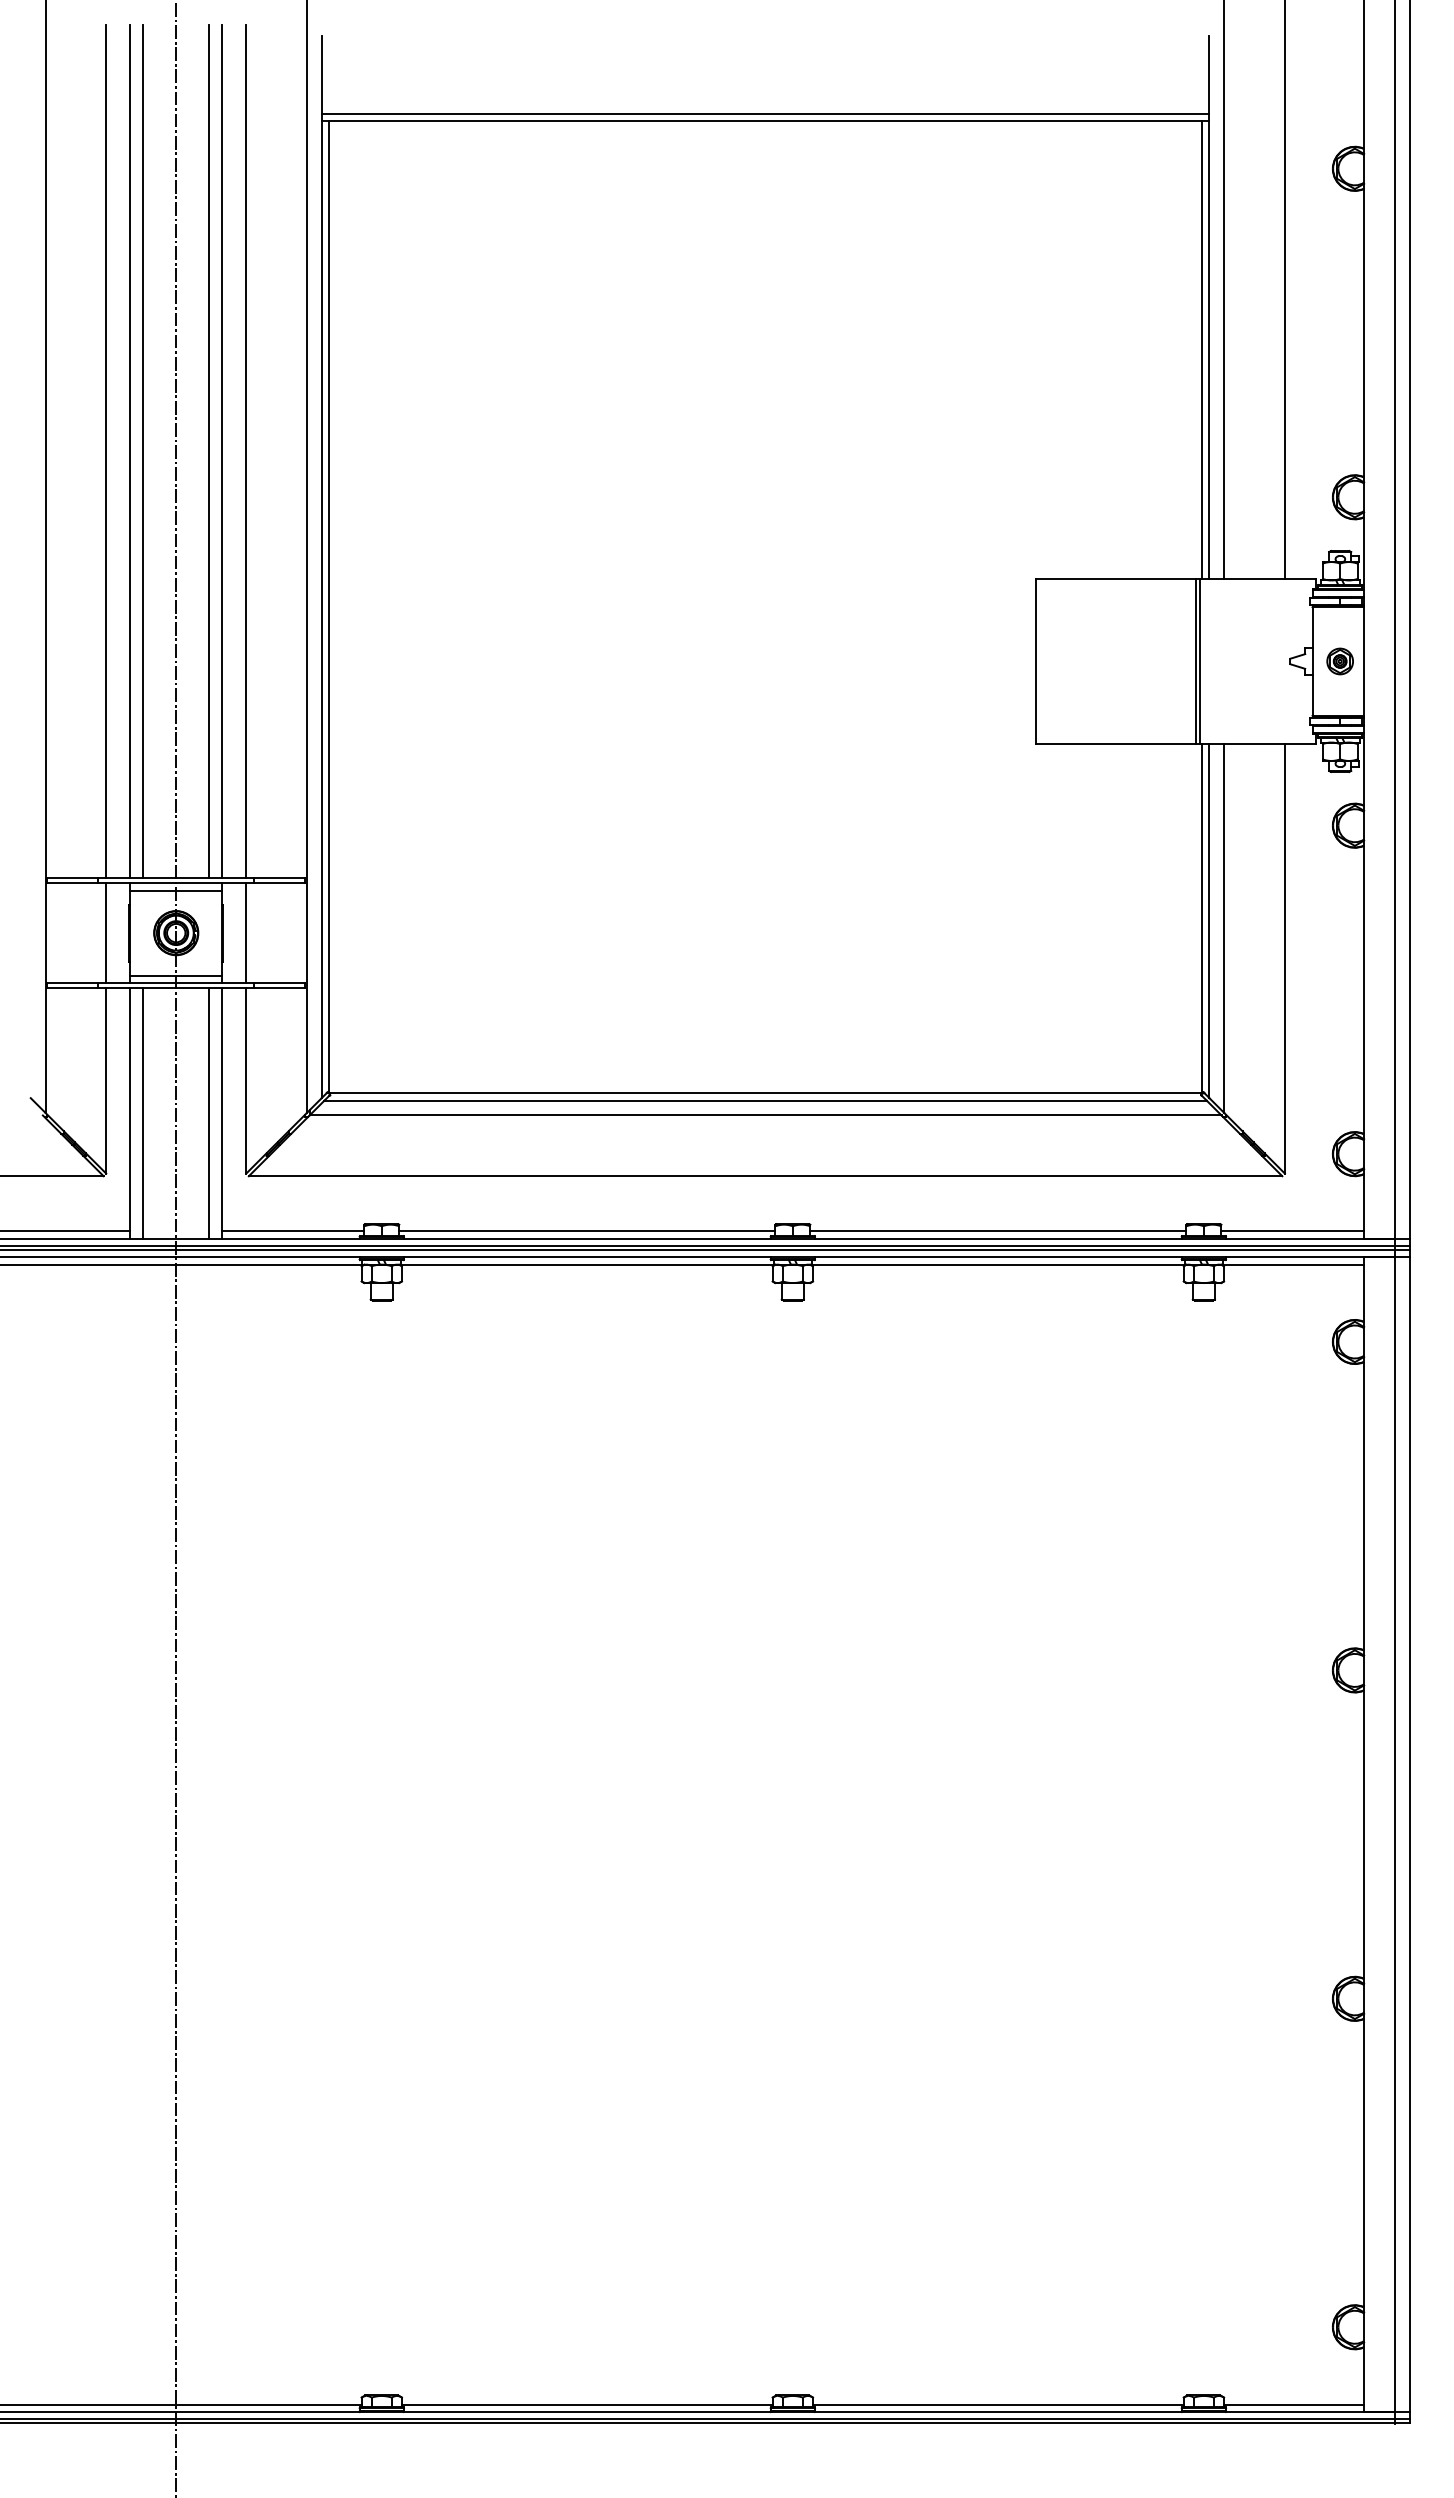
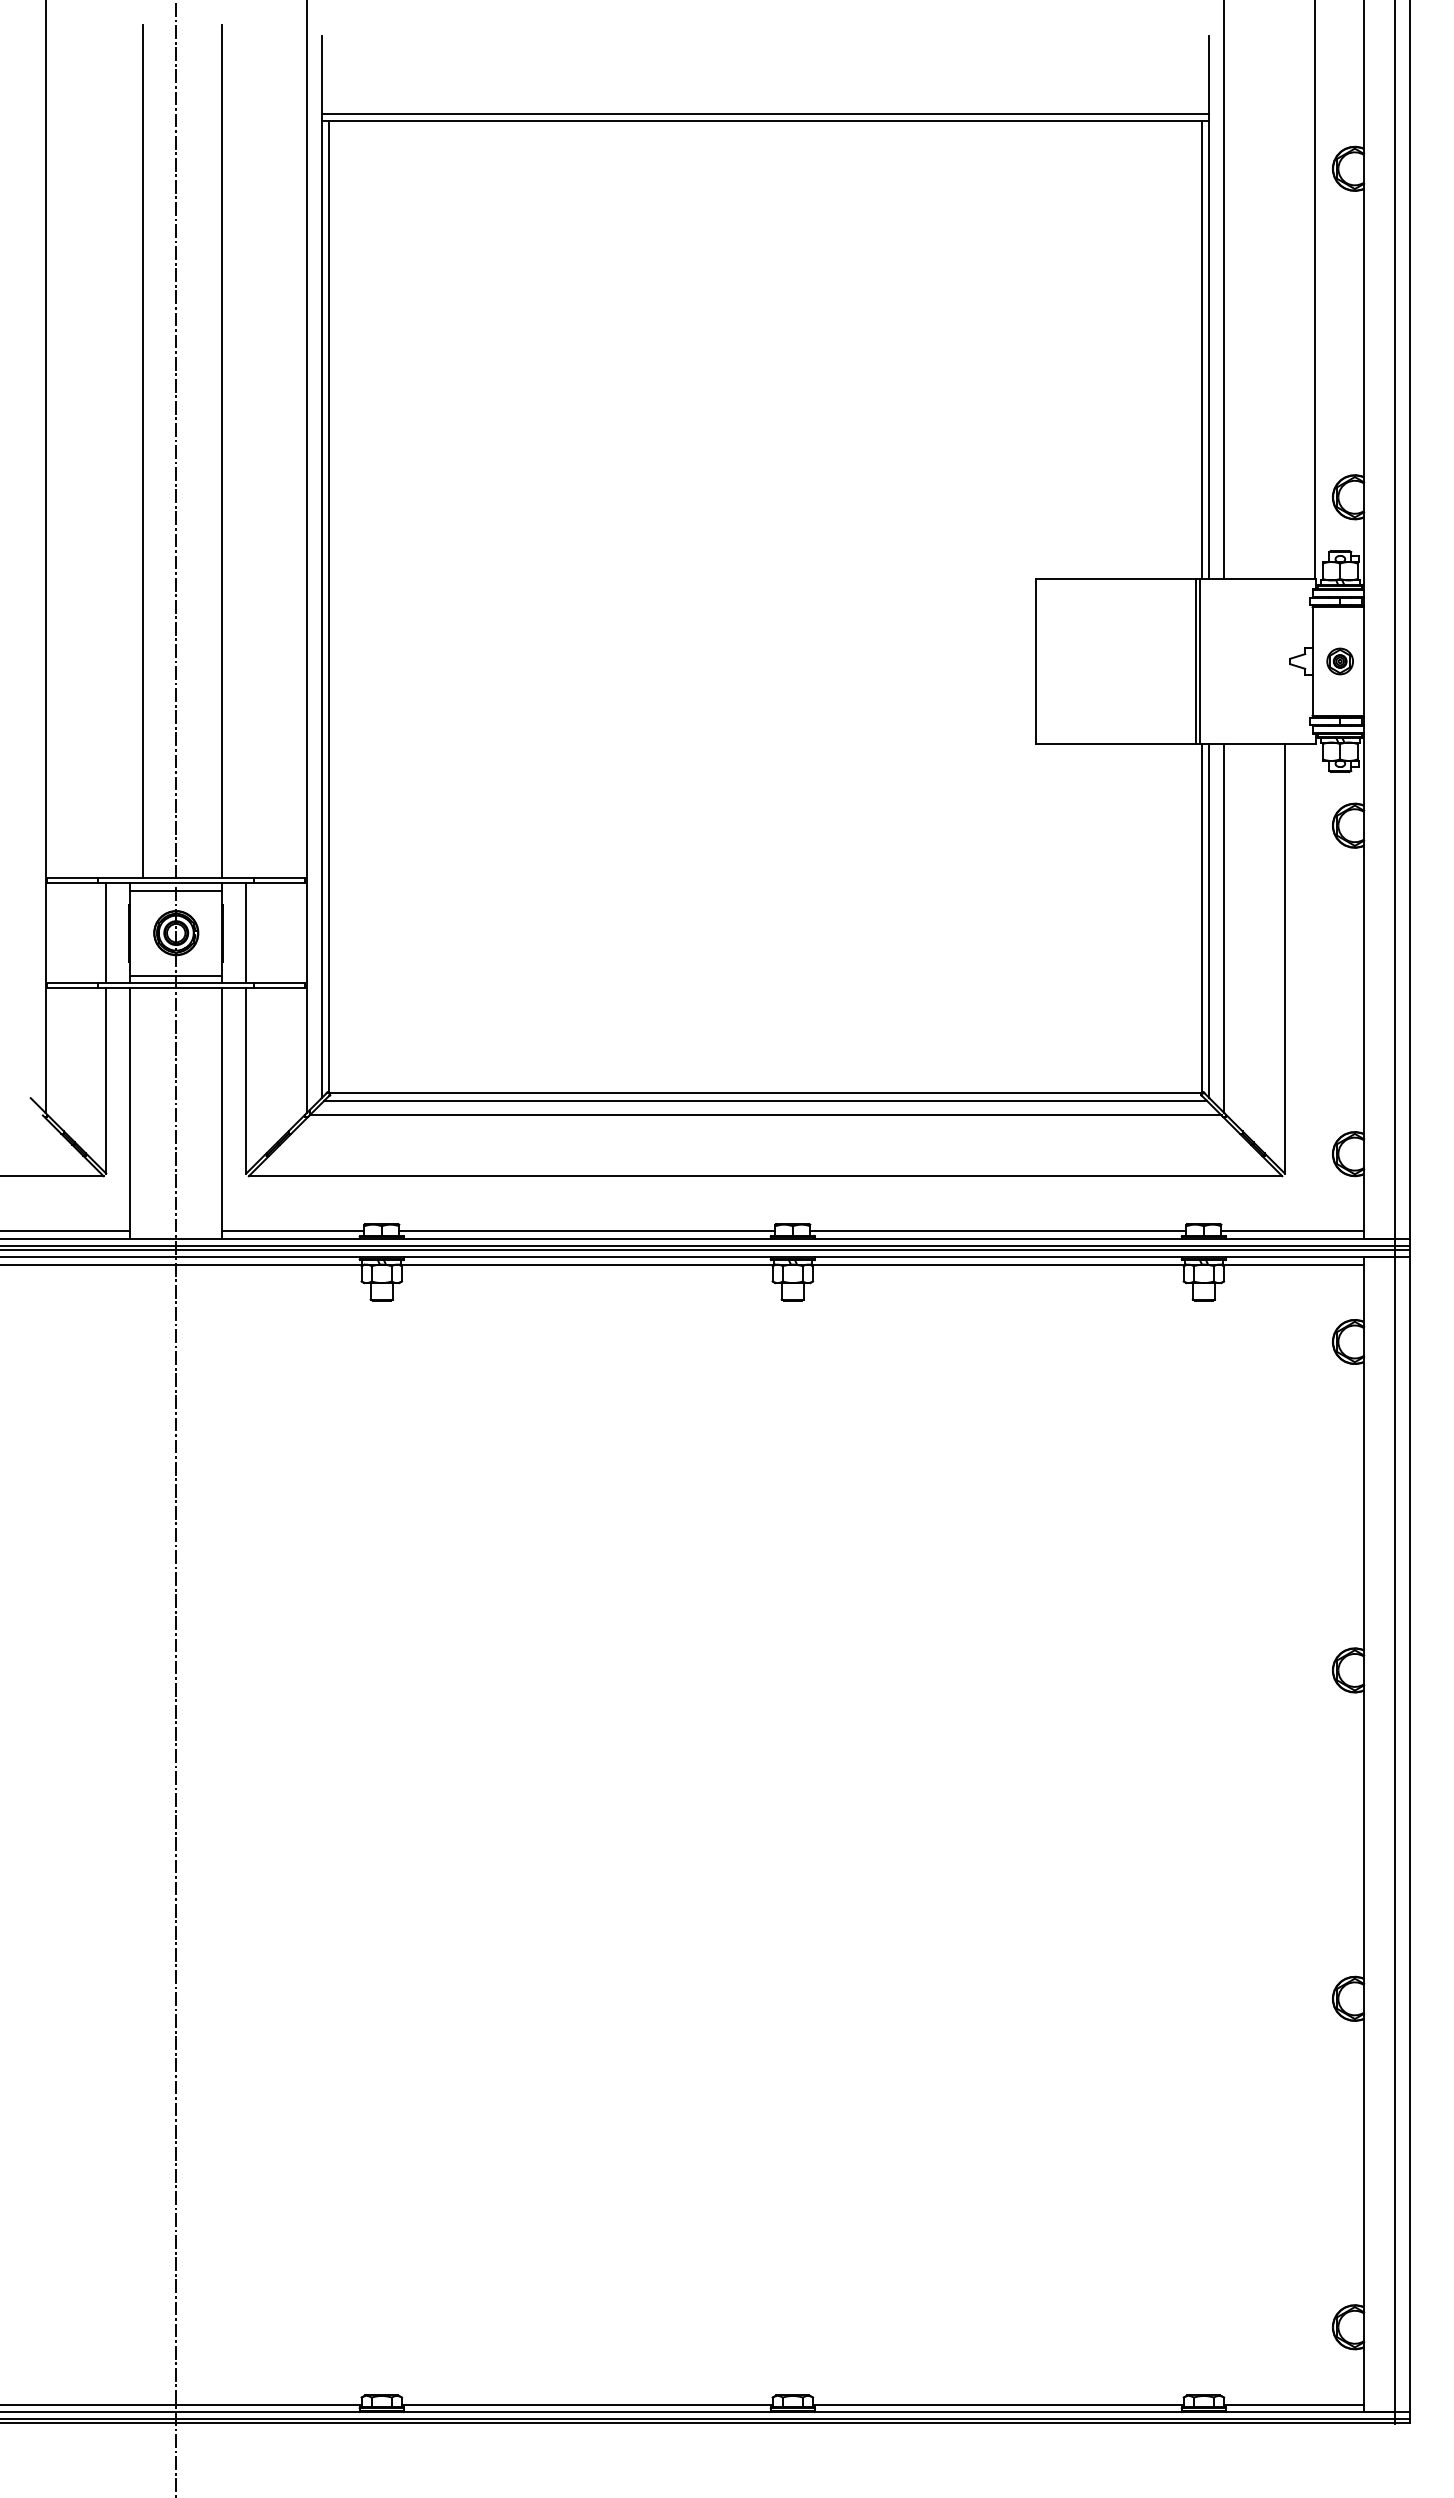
line at (1284, 290) position: (1284, 290) -> (1314, 290)
line at (106, 451): present -> none
line at (130, 451): present -> none
line at (209, 451): present -> none
line at (246, 451): present -> none
line at (143, 1113): present -> none
line at (209, 1113): present -> none
